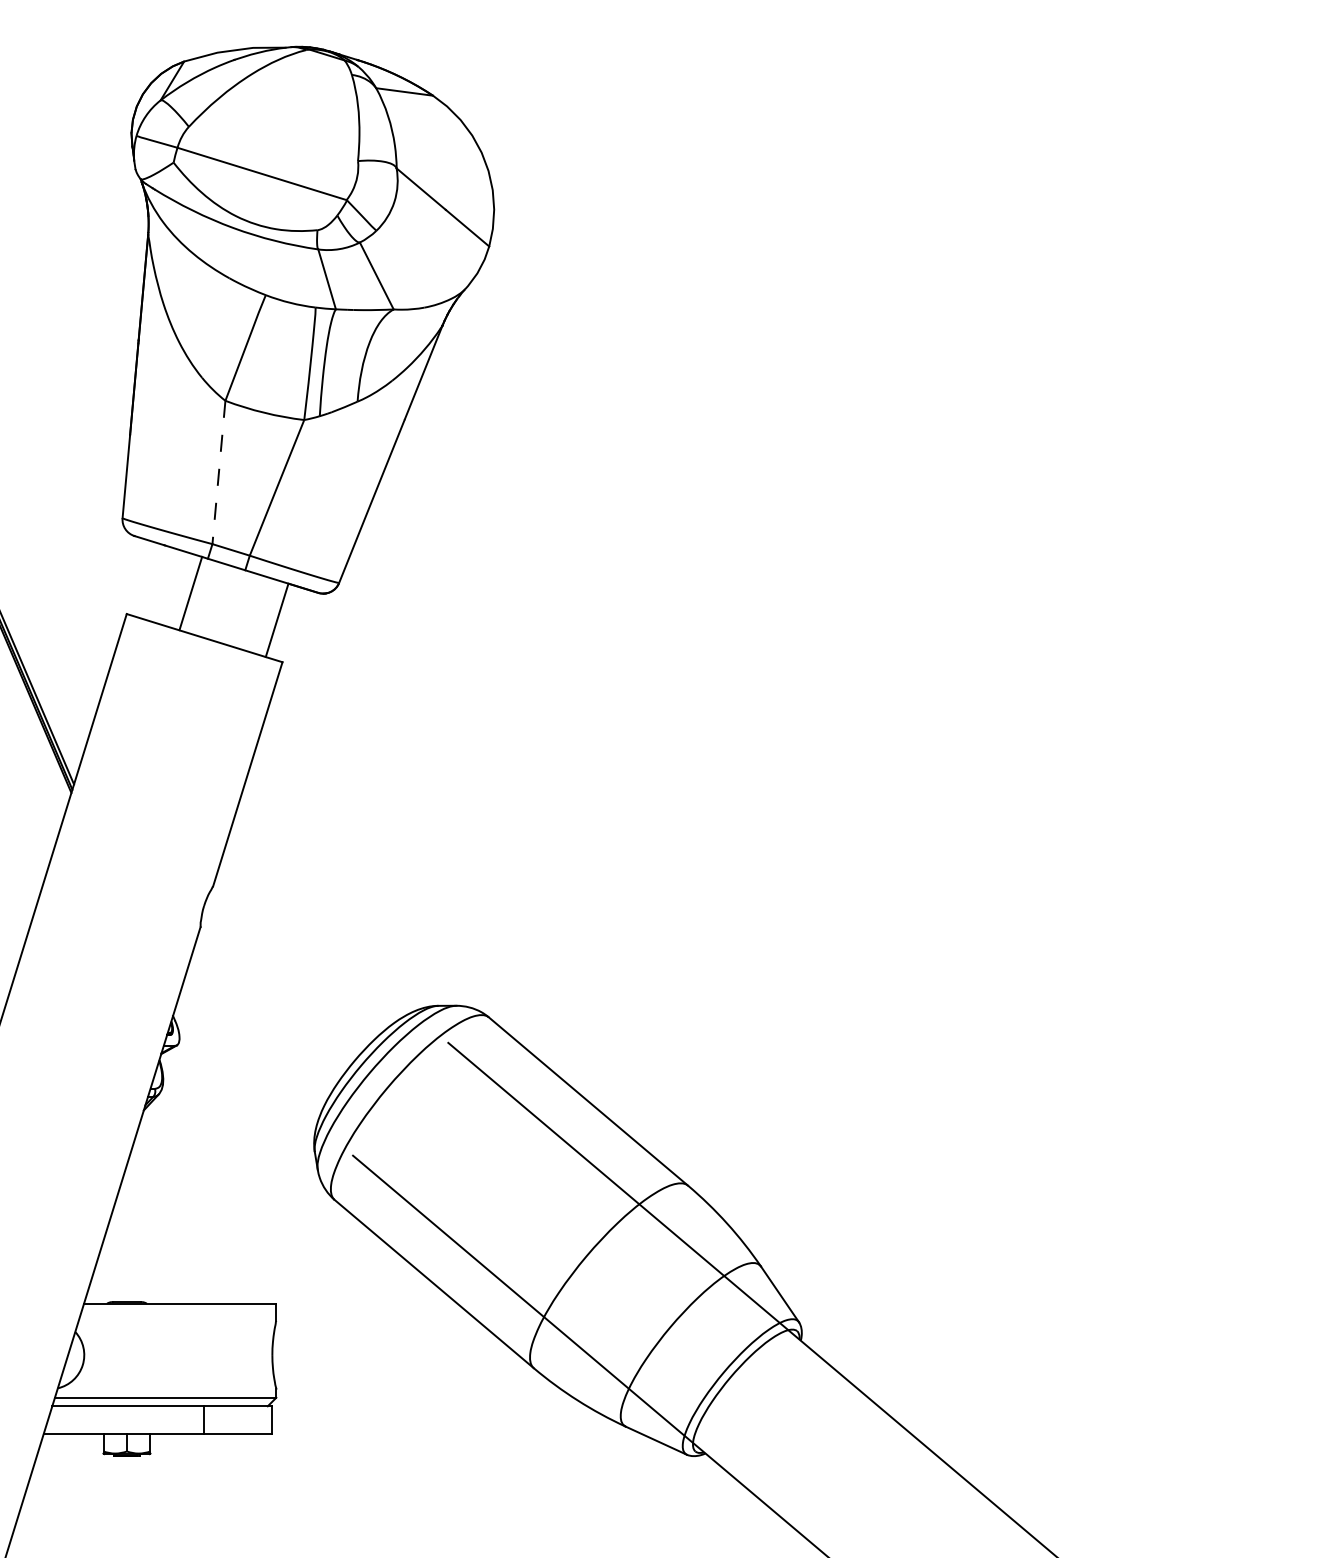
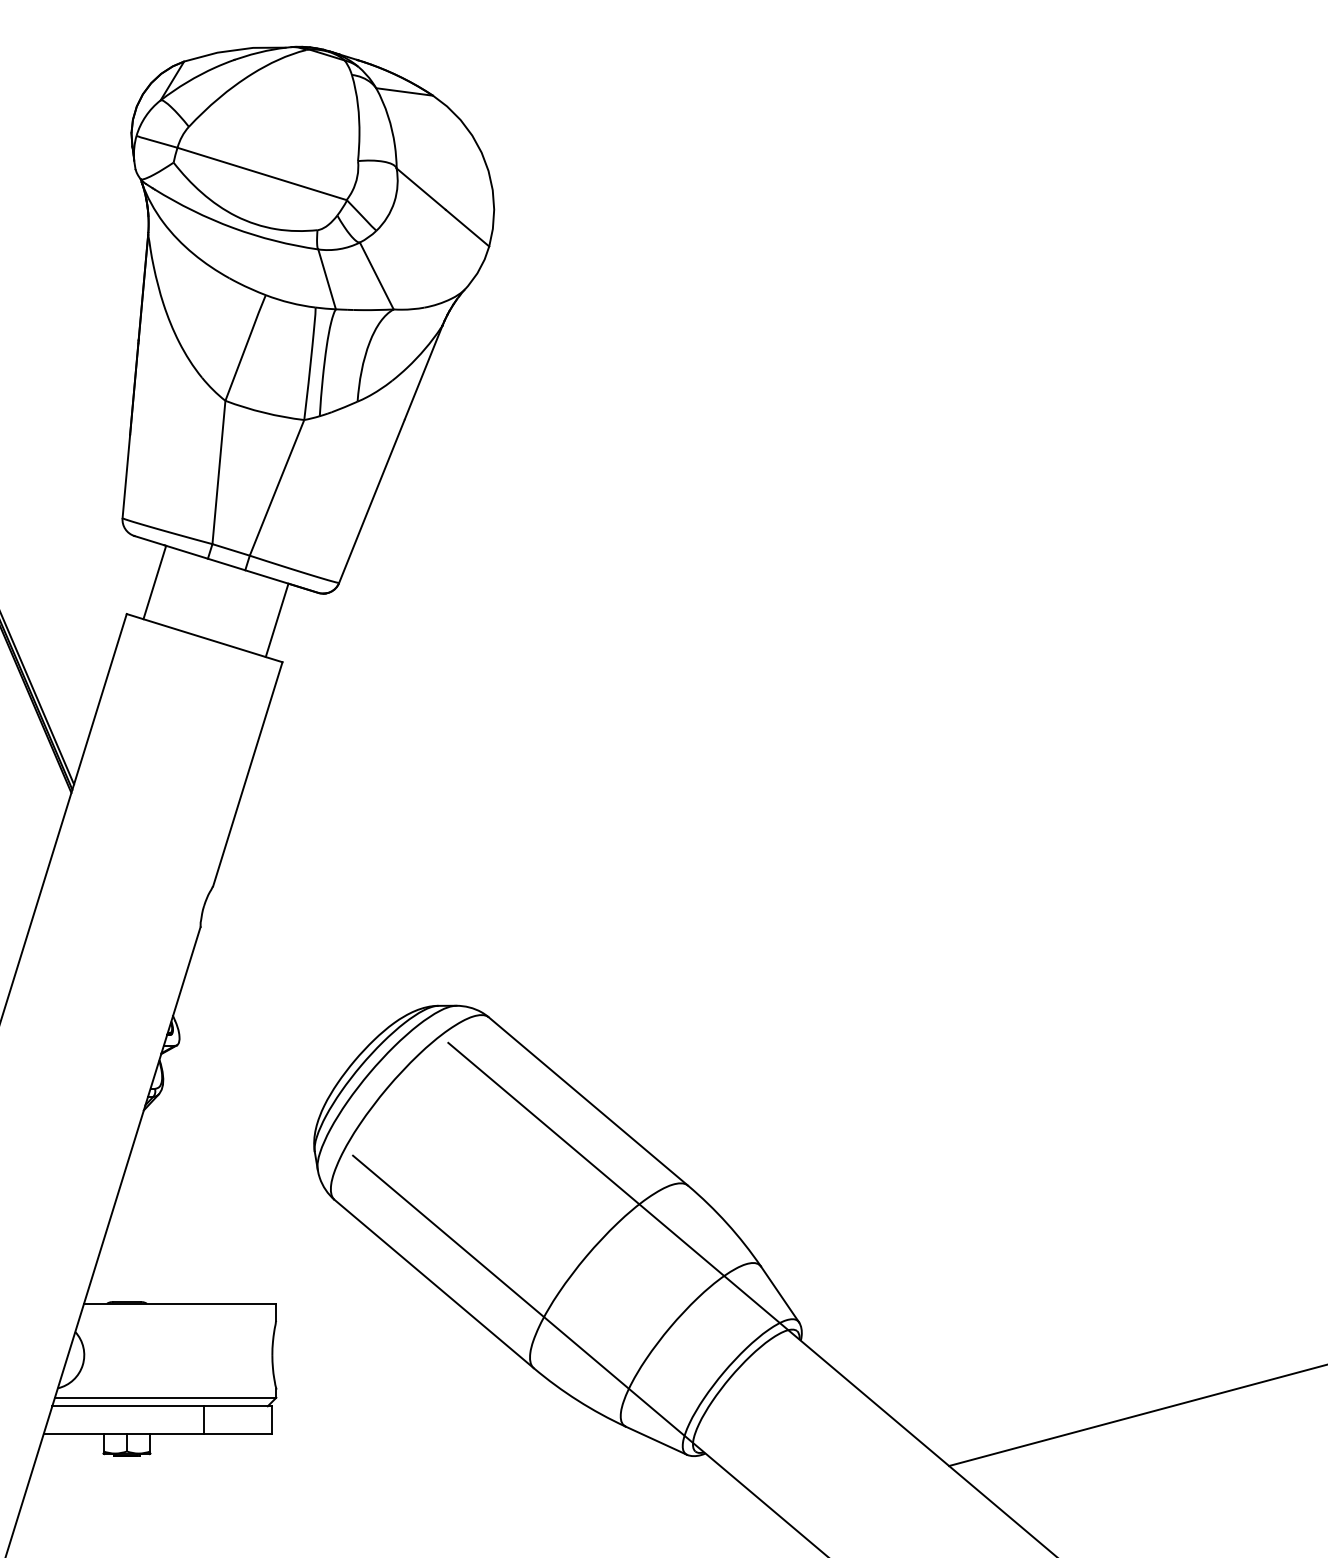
line at (218, 472): dashed -> solid
line at (190, 593) position: (190, 593) -> (154, 582)
line at (1136, 1415): none -> present
